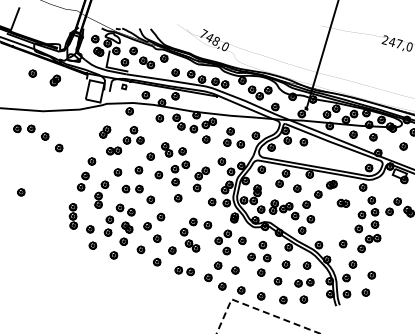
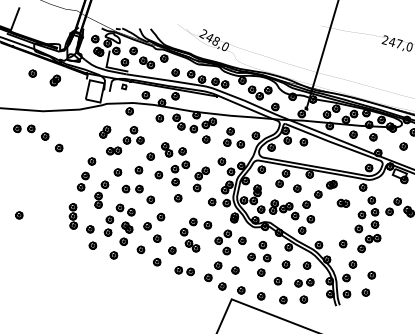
text at (203, 34): 748,0 -> 248,0
part at (21, 192) position: (21, 192) -> (19, 215)
line at (258, 309): dashed -> solid
